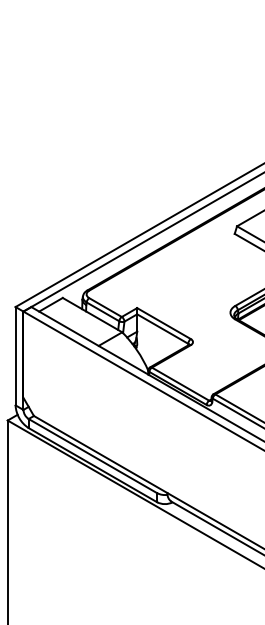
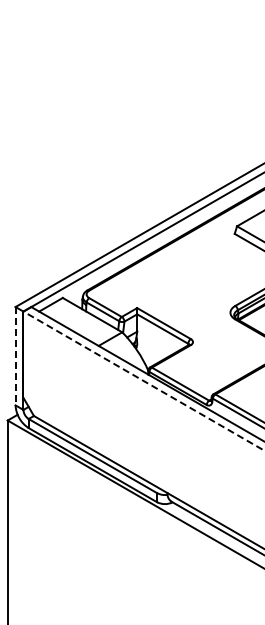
line at (15, 356): solid -> dashed
line at (143, 381): solid -> dashed
